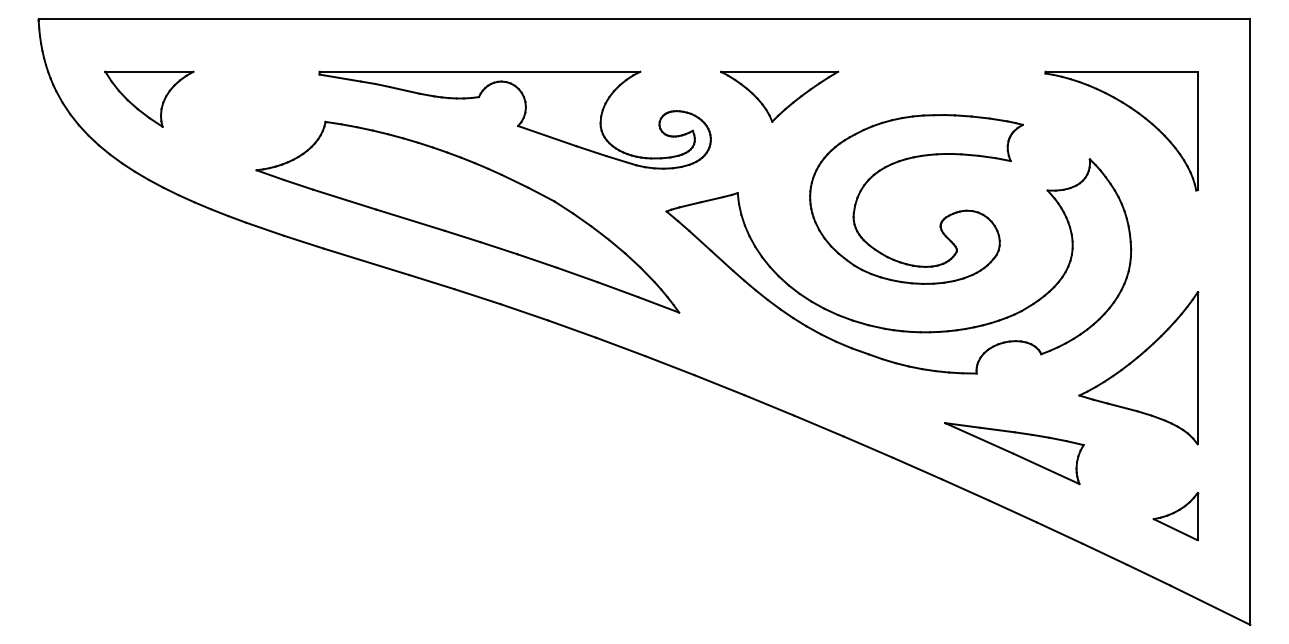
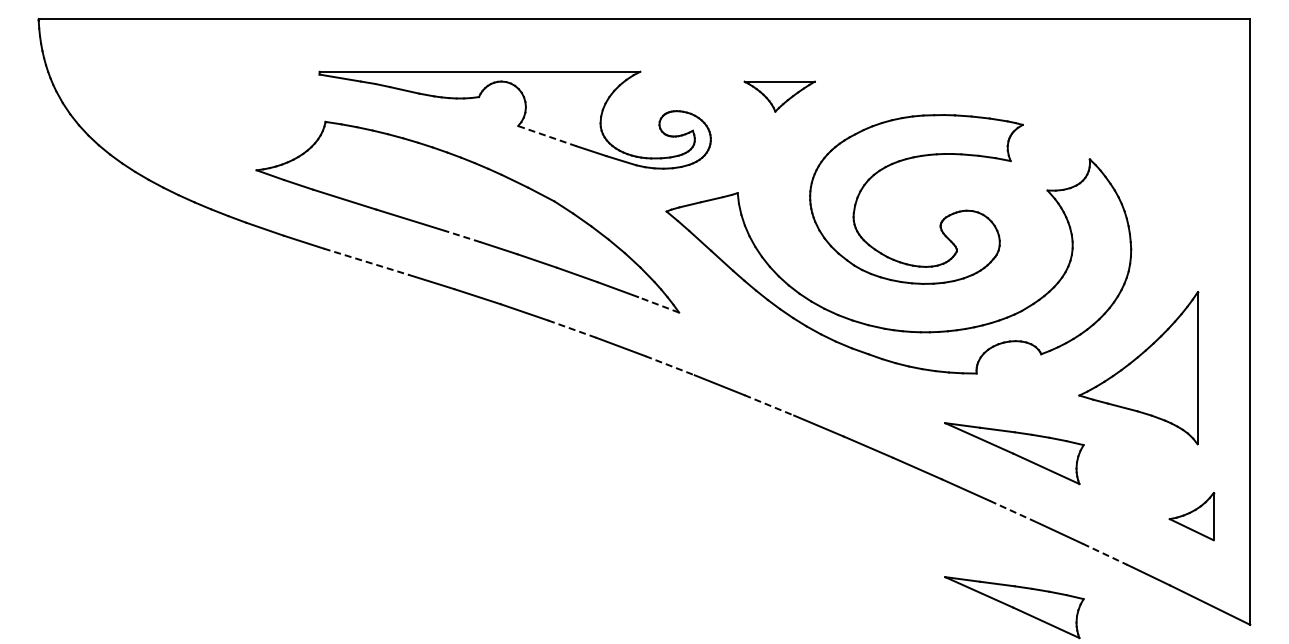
part at (779, 96) size: 120x53 px -> 73x33 px
part at (149, 98): present -> none
part at (1135, 112): present -> none
line at (546, 136): solid -> dashed
line at (462, 236): solid -> dashed
line at (366, 261): solid -> dashed
line at (658, 304): solid -> dashed
line at (572, 329): solid -> dashed
line at (669, 365): solid -> dashed
line at (769, 405): solid -> dashed
line at (1013, 511): solid -> dashed
part at (1175, 516) position: (1175, 516) -> (1191, 516)
line at (1105, 554): solid -> dashed
part at (1014, 607): none -> present
